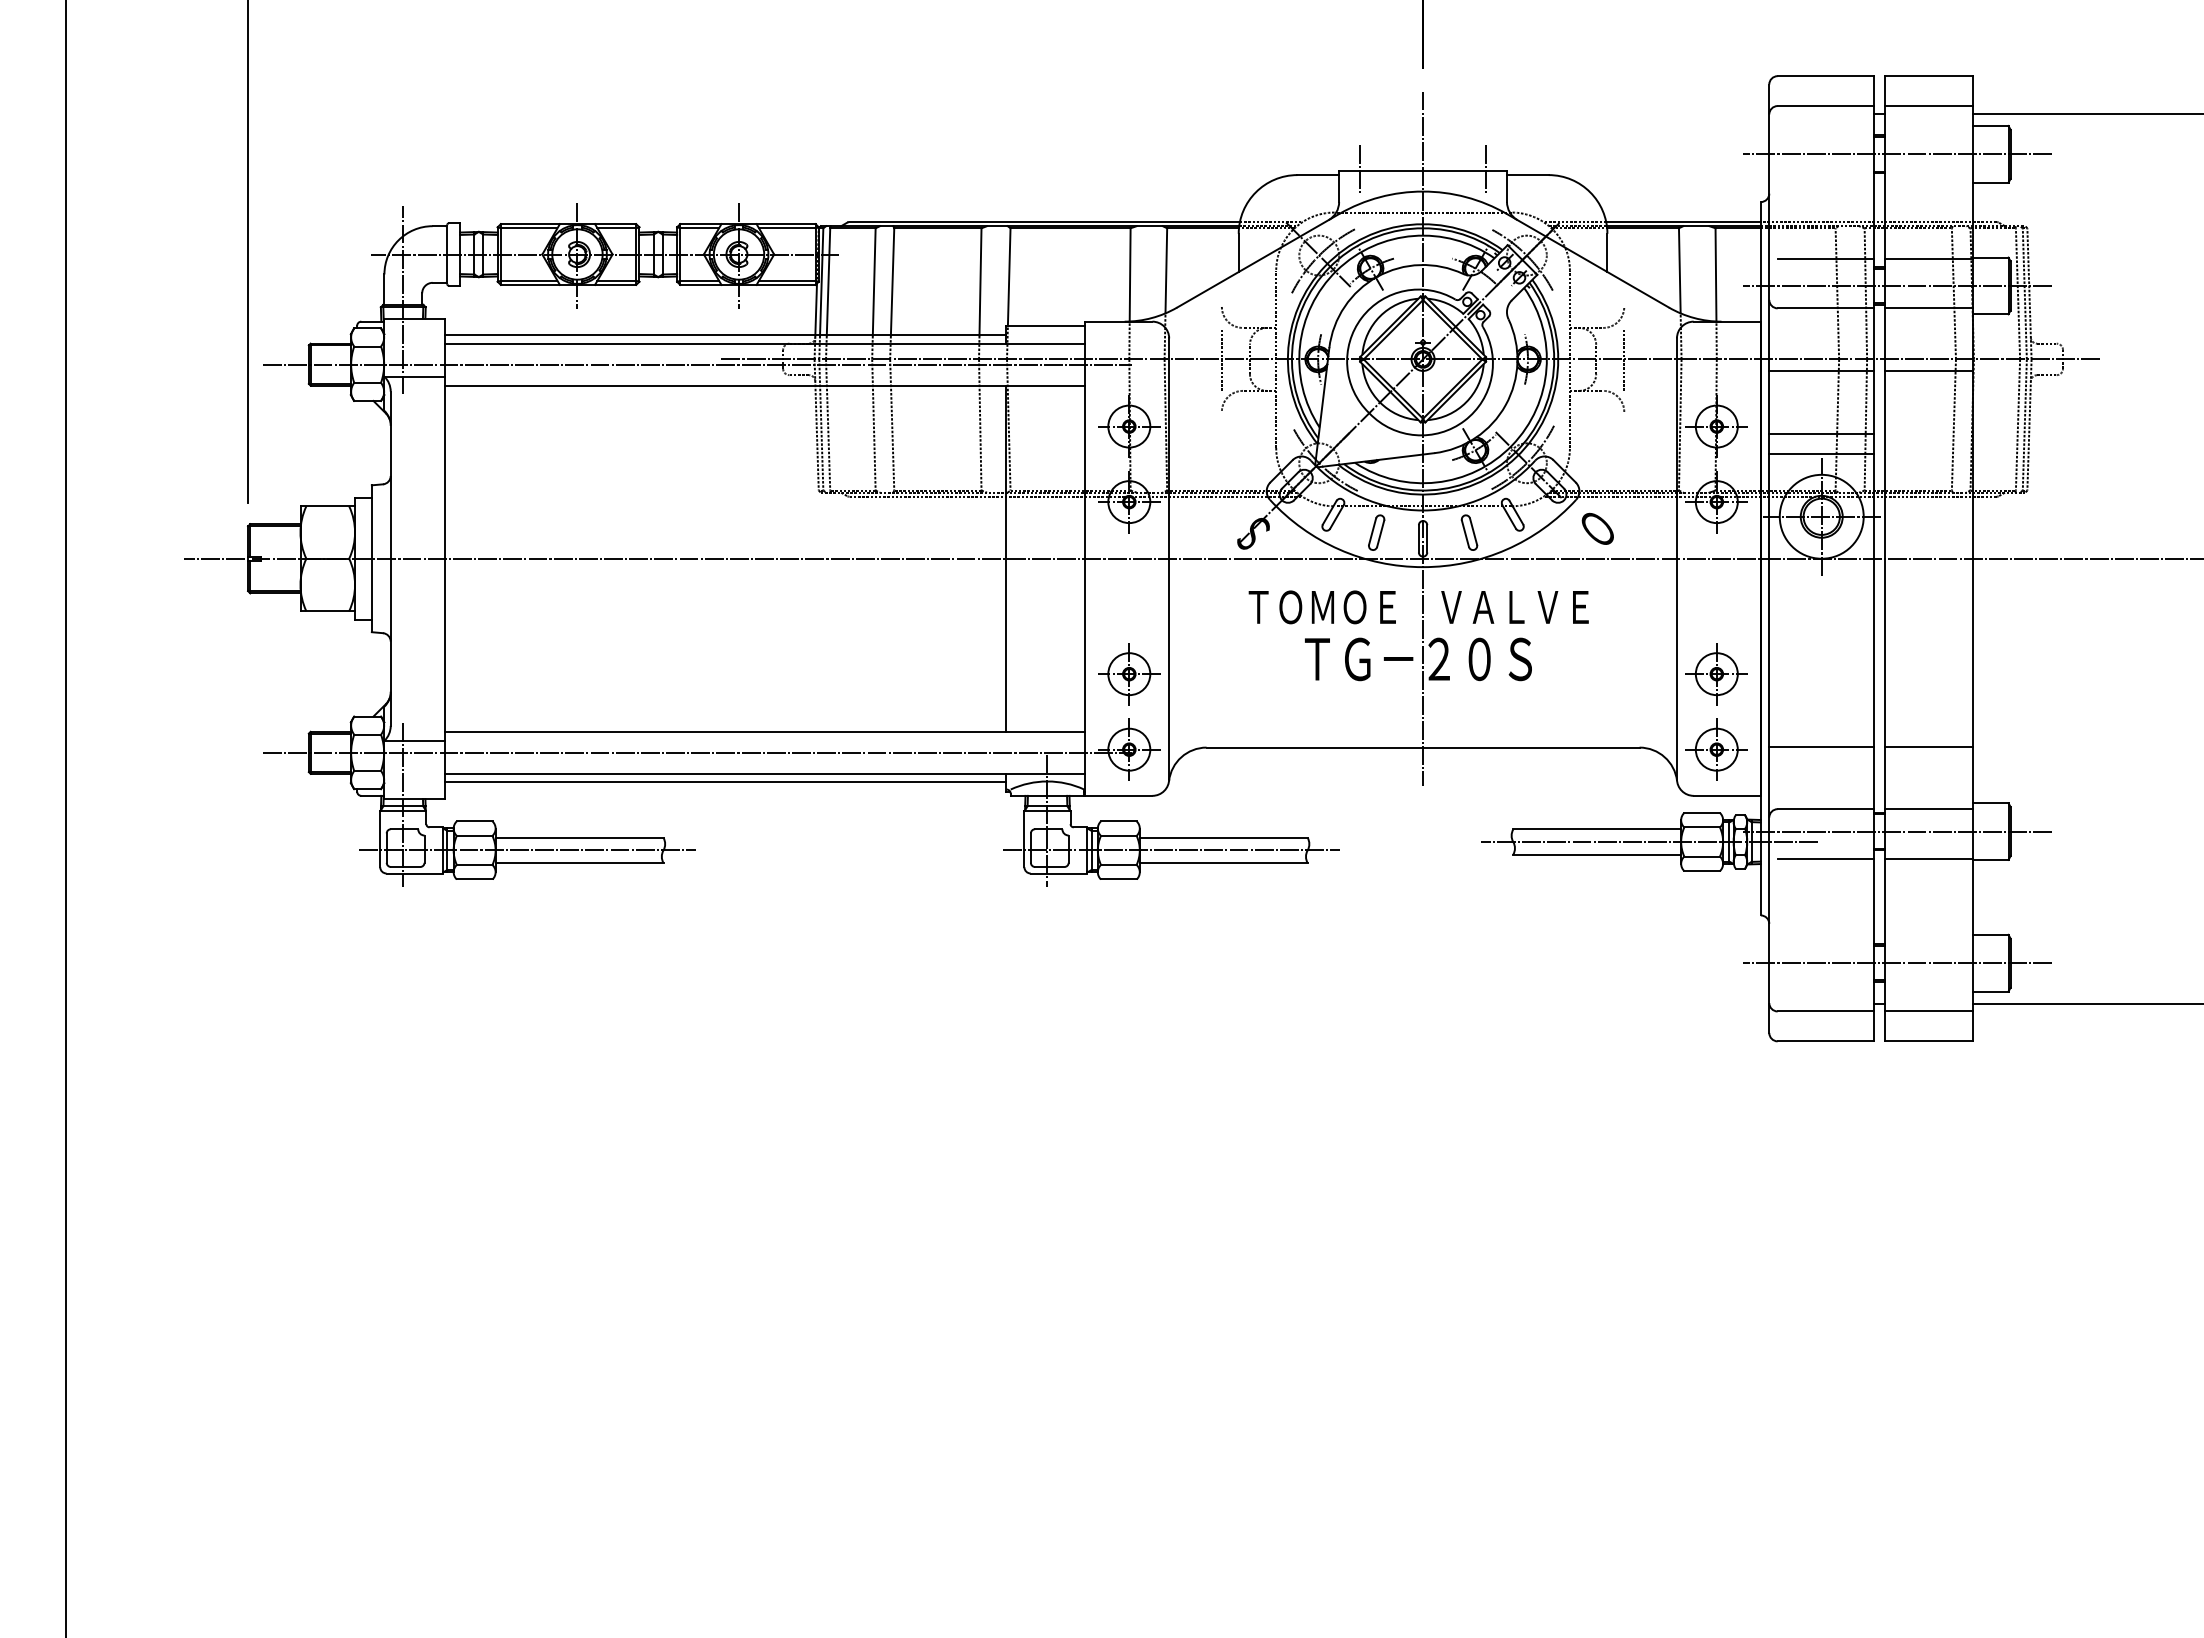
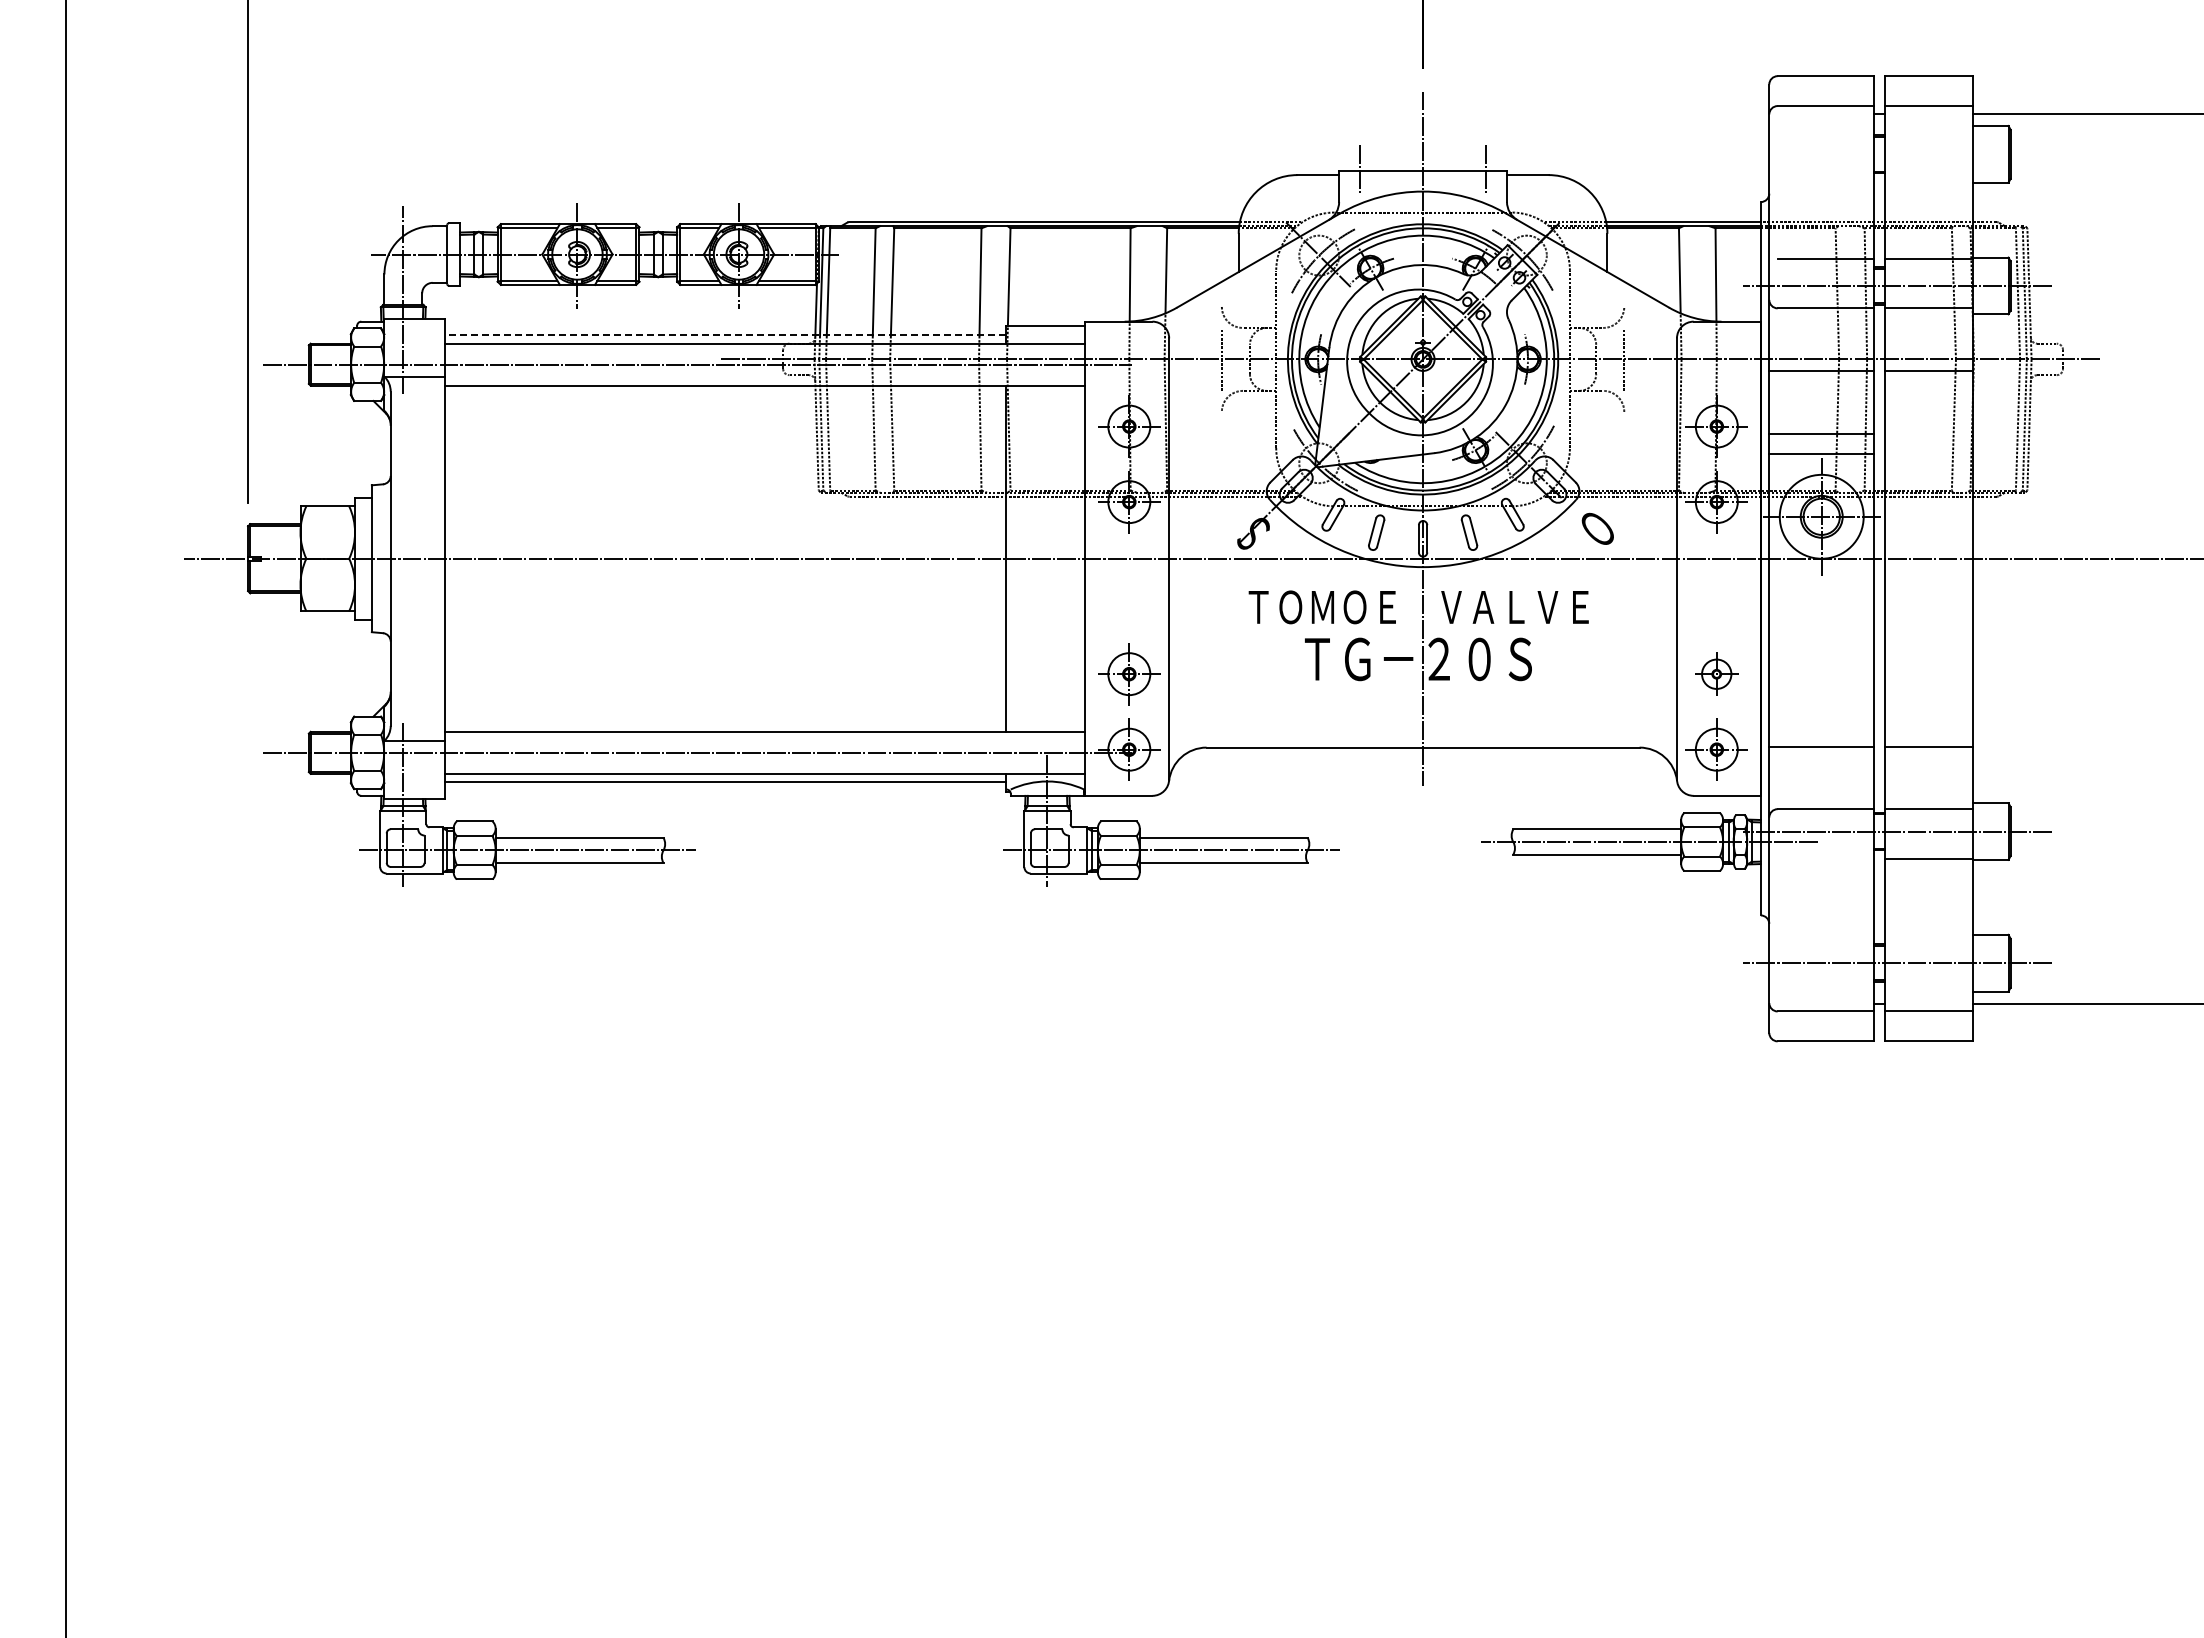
line at (1897, 154): present -> none
line at (724, 335): solid -> dashed
part at (1716, 674) size: 63x63 px -> 44x44 px
line at (1825, 858): present -> none
